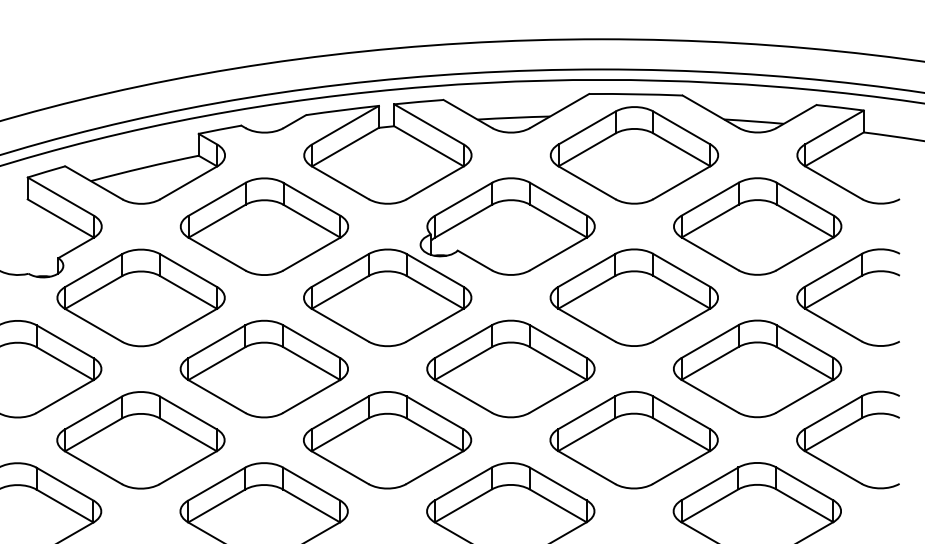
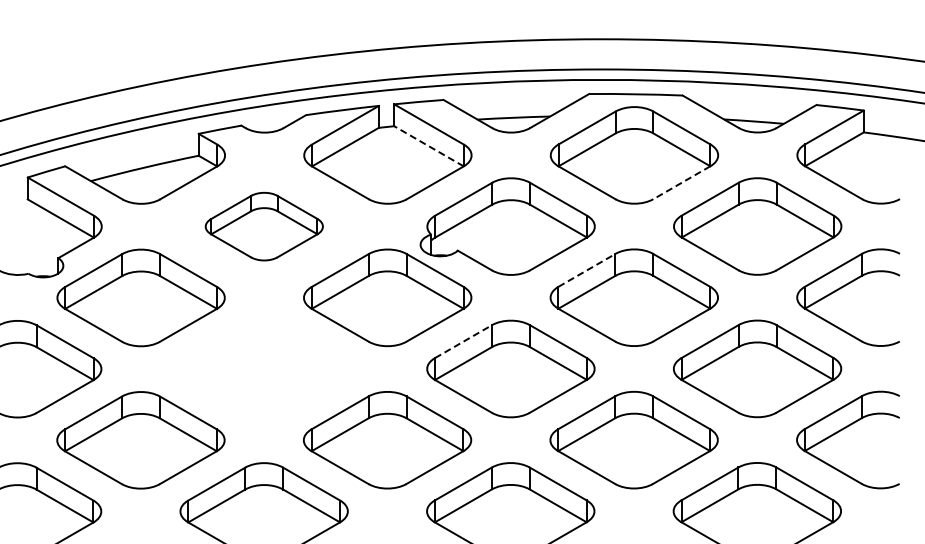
line at (428, 146): solid -> dashed
line at (681, 182): solid -> dashed
part at (263, 226) size: 170x99 px -> 120x70 px
line at (586, 270): solid -> dashed
line at (463, 341): solid -> dashed
part at (263, 368): present -> none
